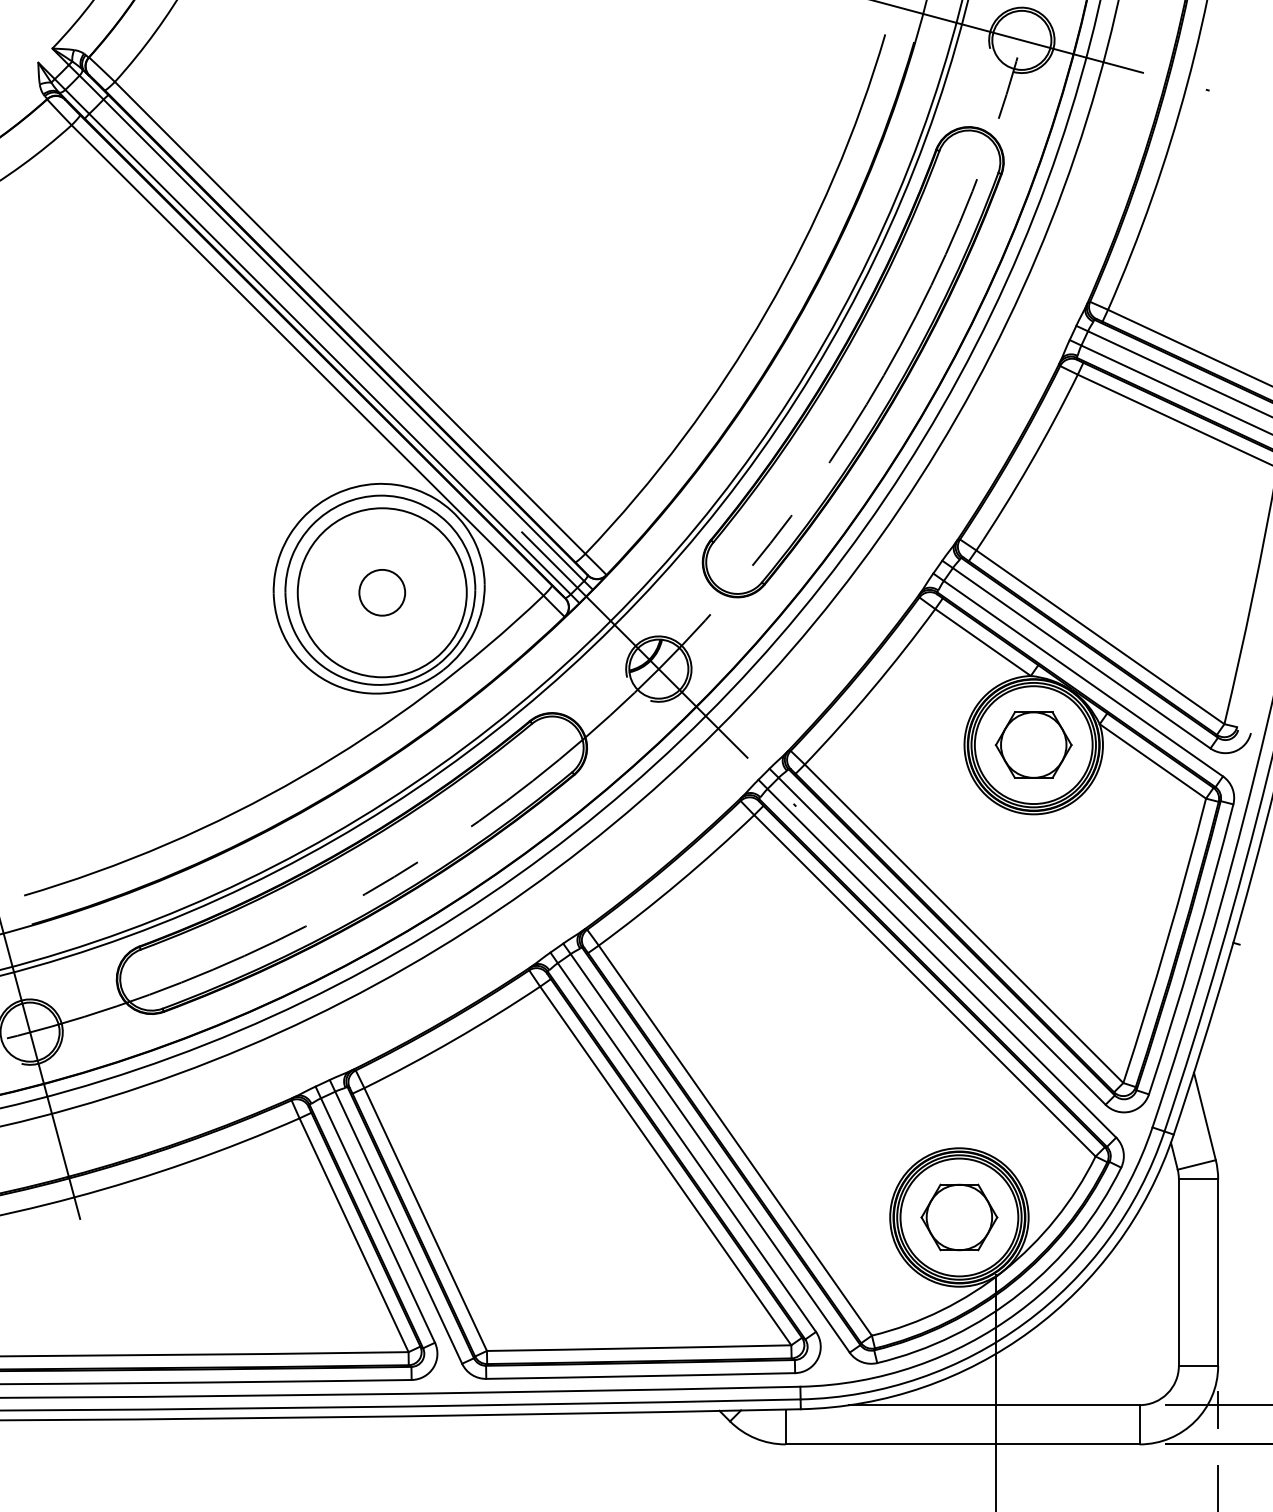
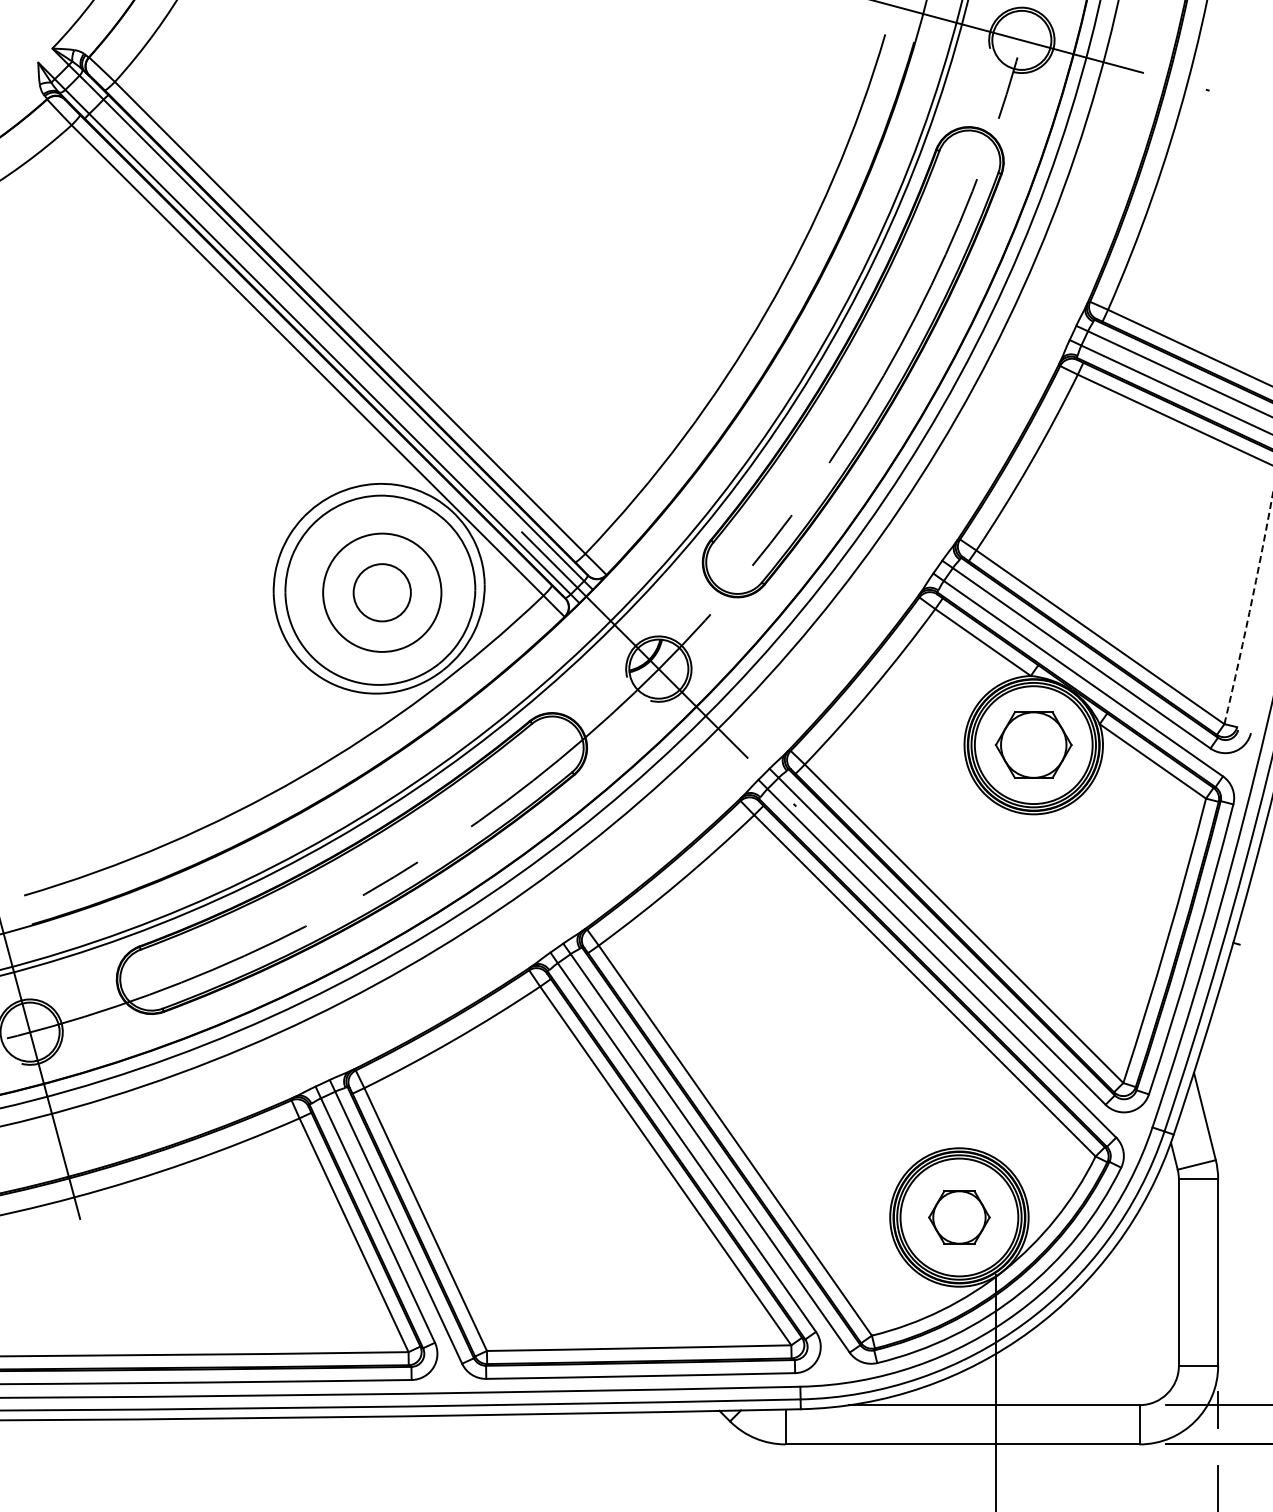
circle at (381, 592) diameter: 169 px -> 118 px
circle at (382, 592) diameter: 46 px -> 57 px
arc at (1250, 608): solid -> dashed
part at (959, 1217) size: 79x69 px -> 63x55 px
